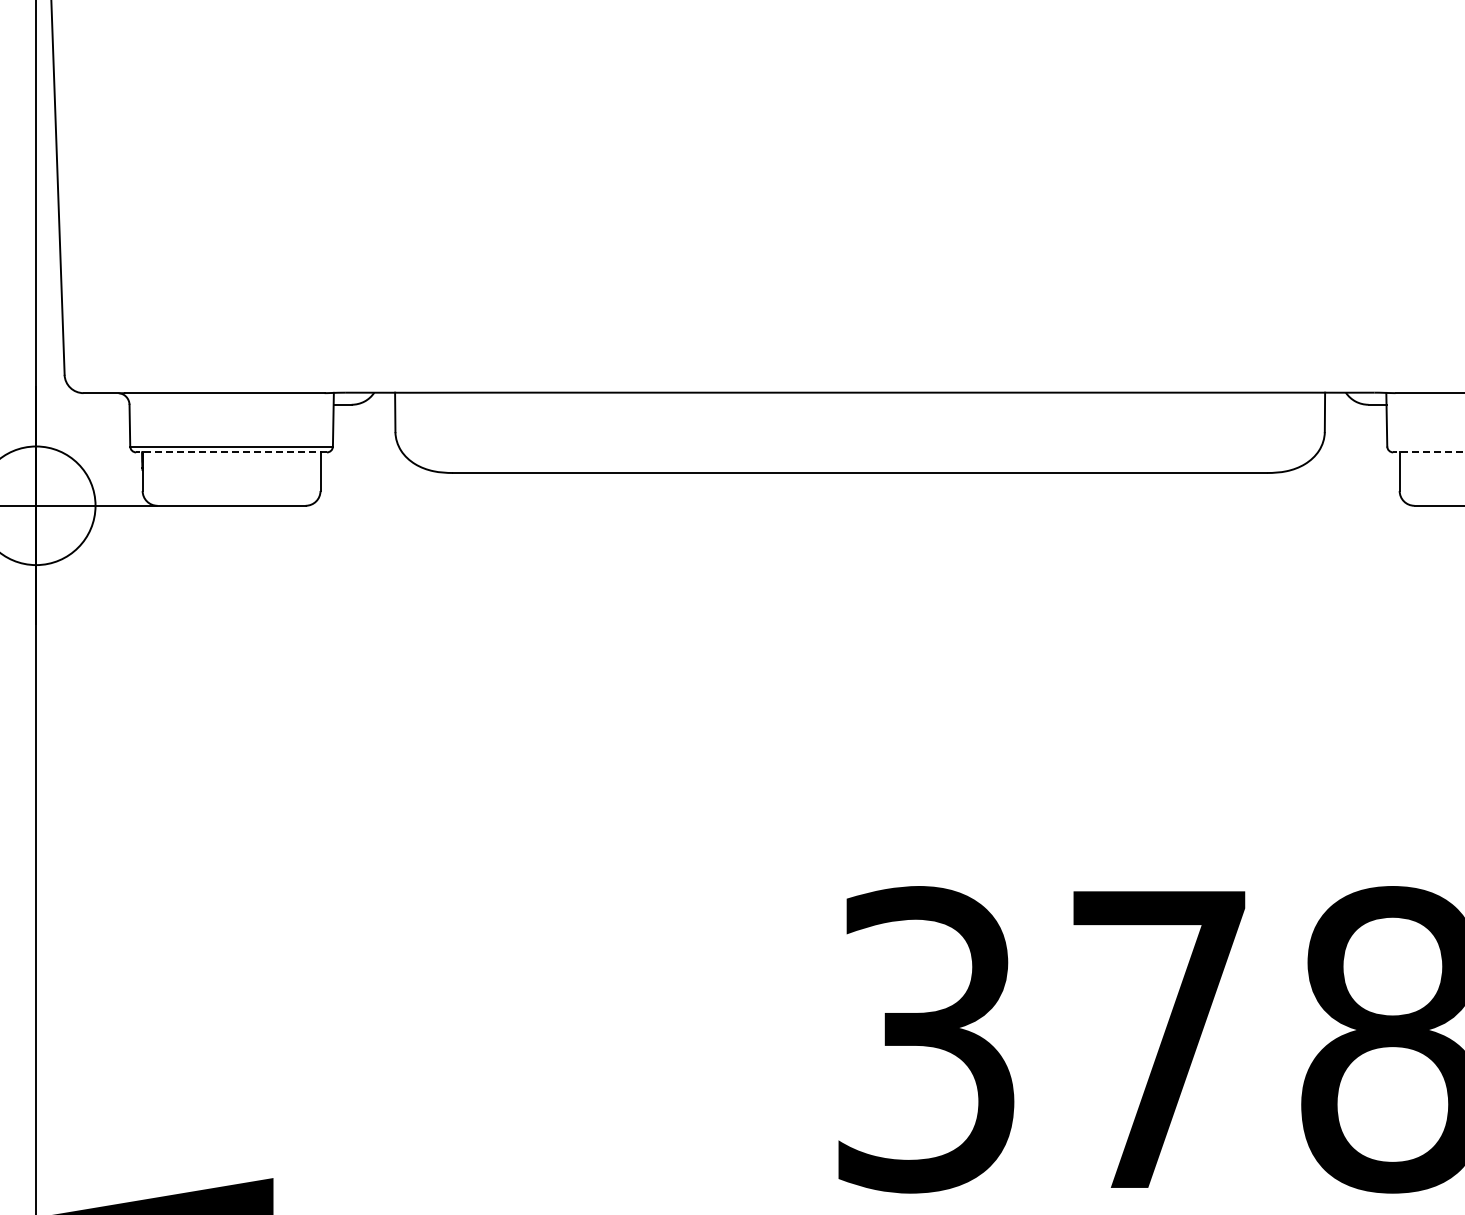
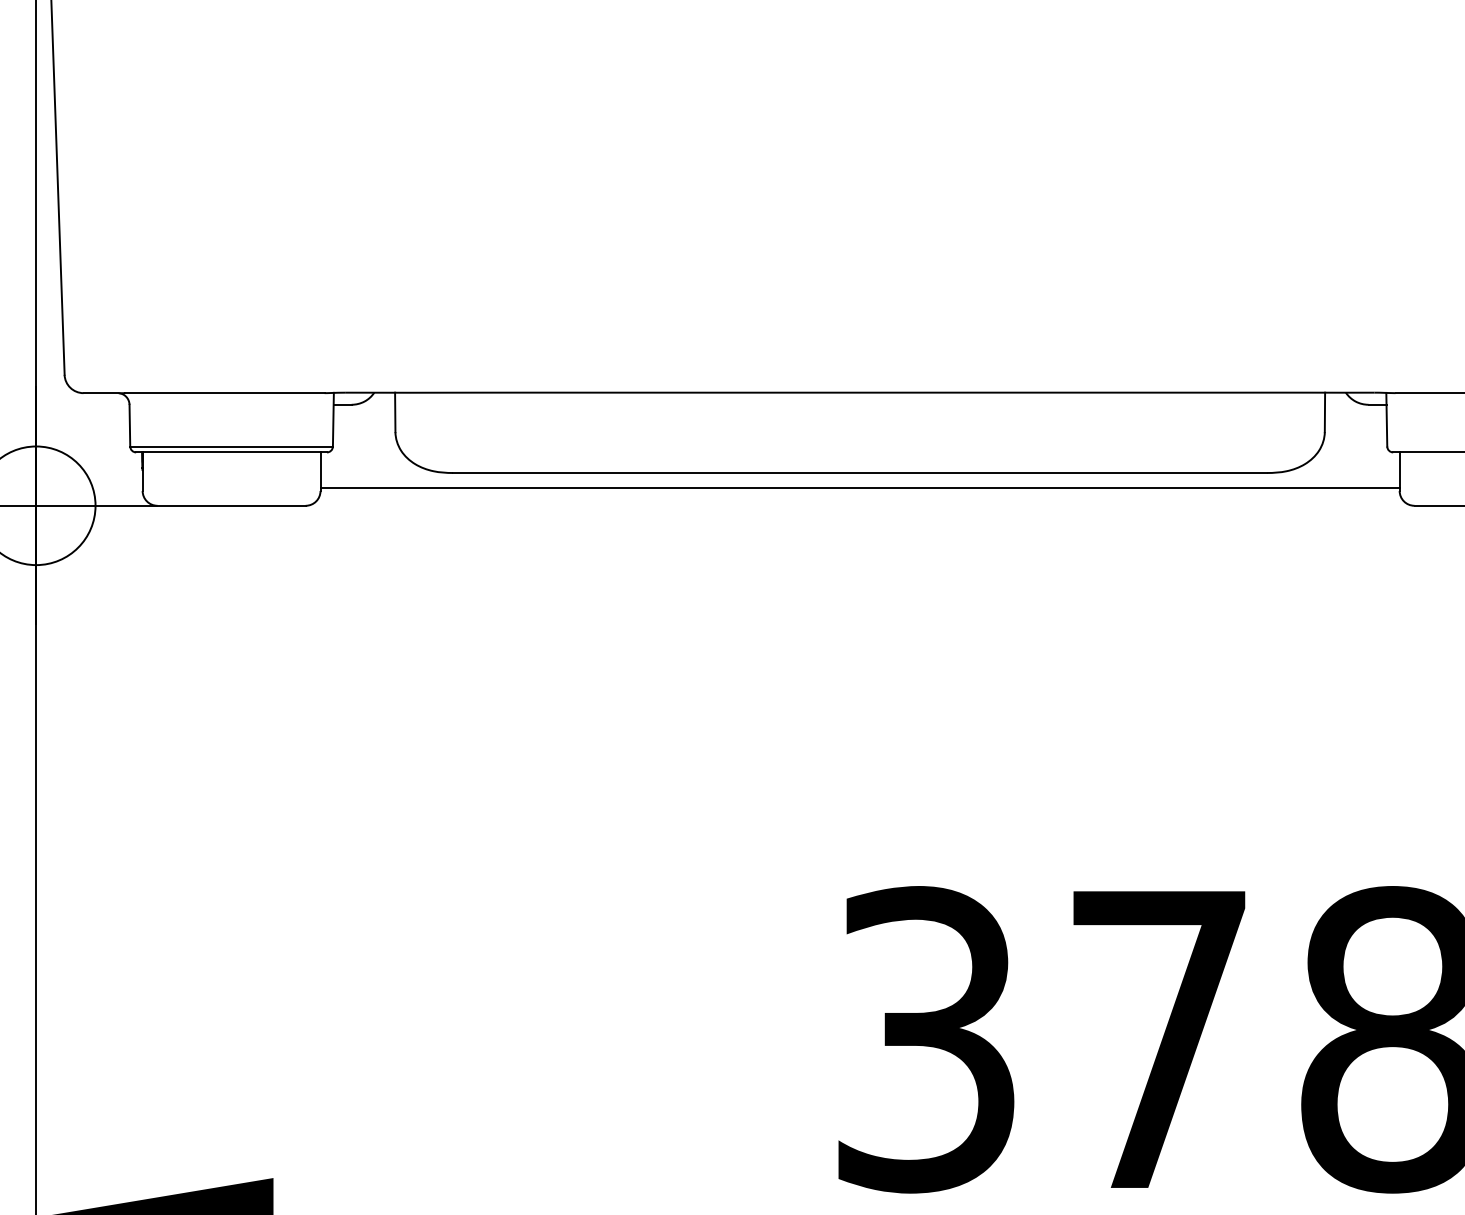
line at (231, 452): dashed -> solid
line at (1428, 452): dashed -> solid
line at (859, 488): none -> present
